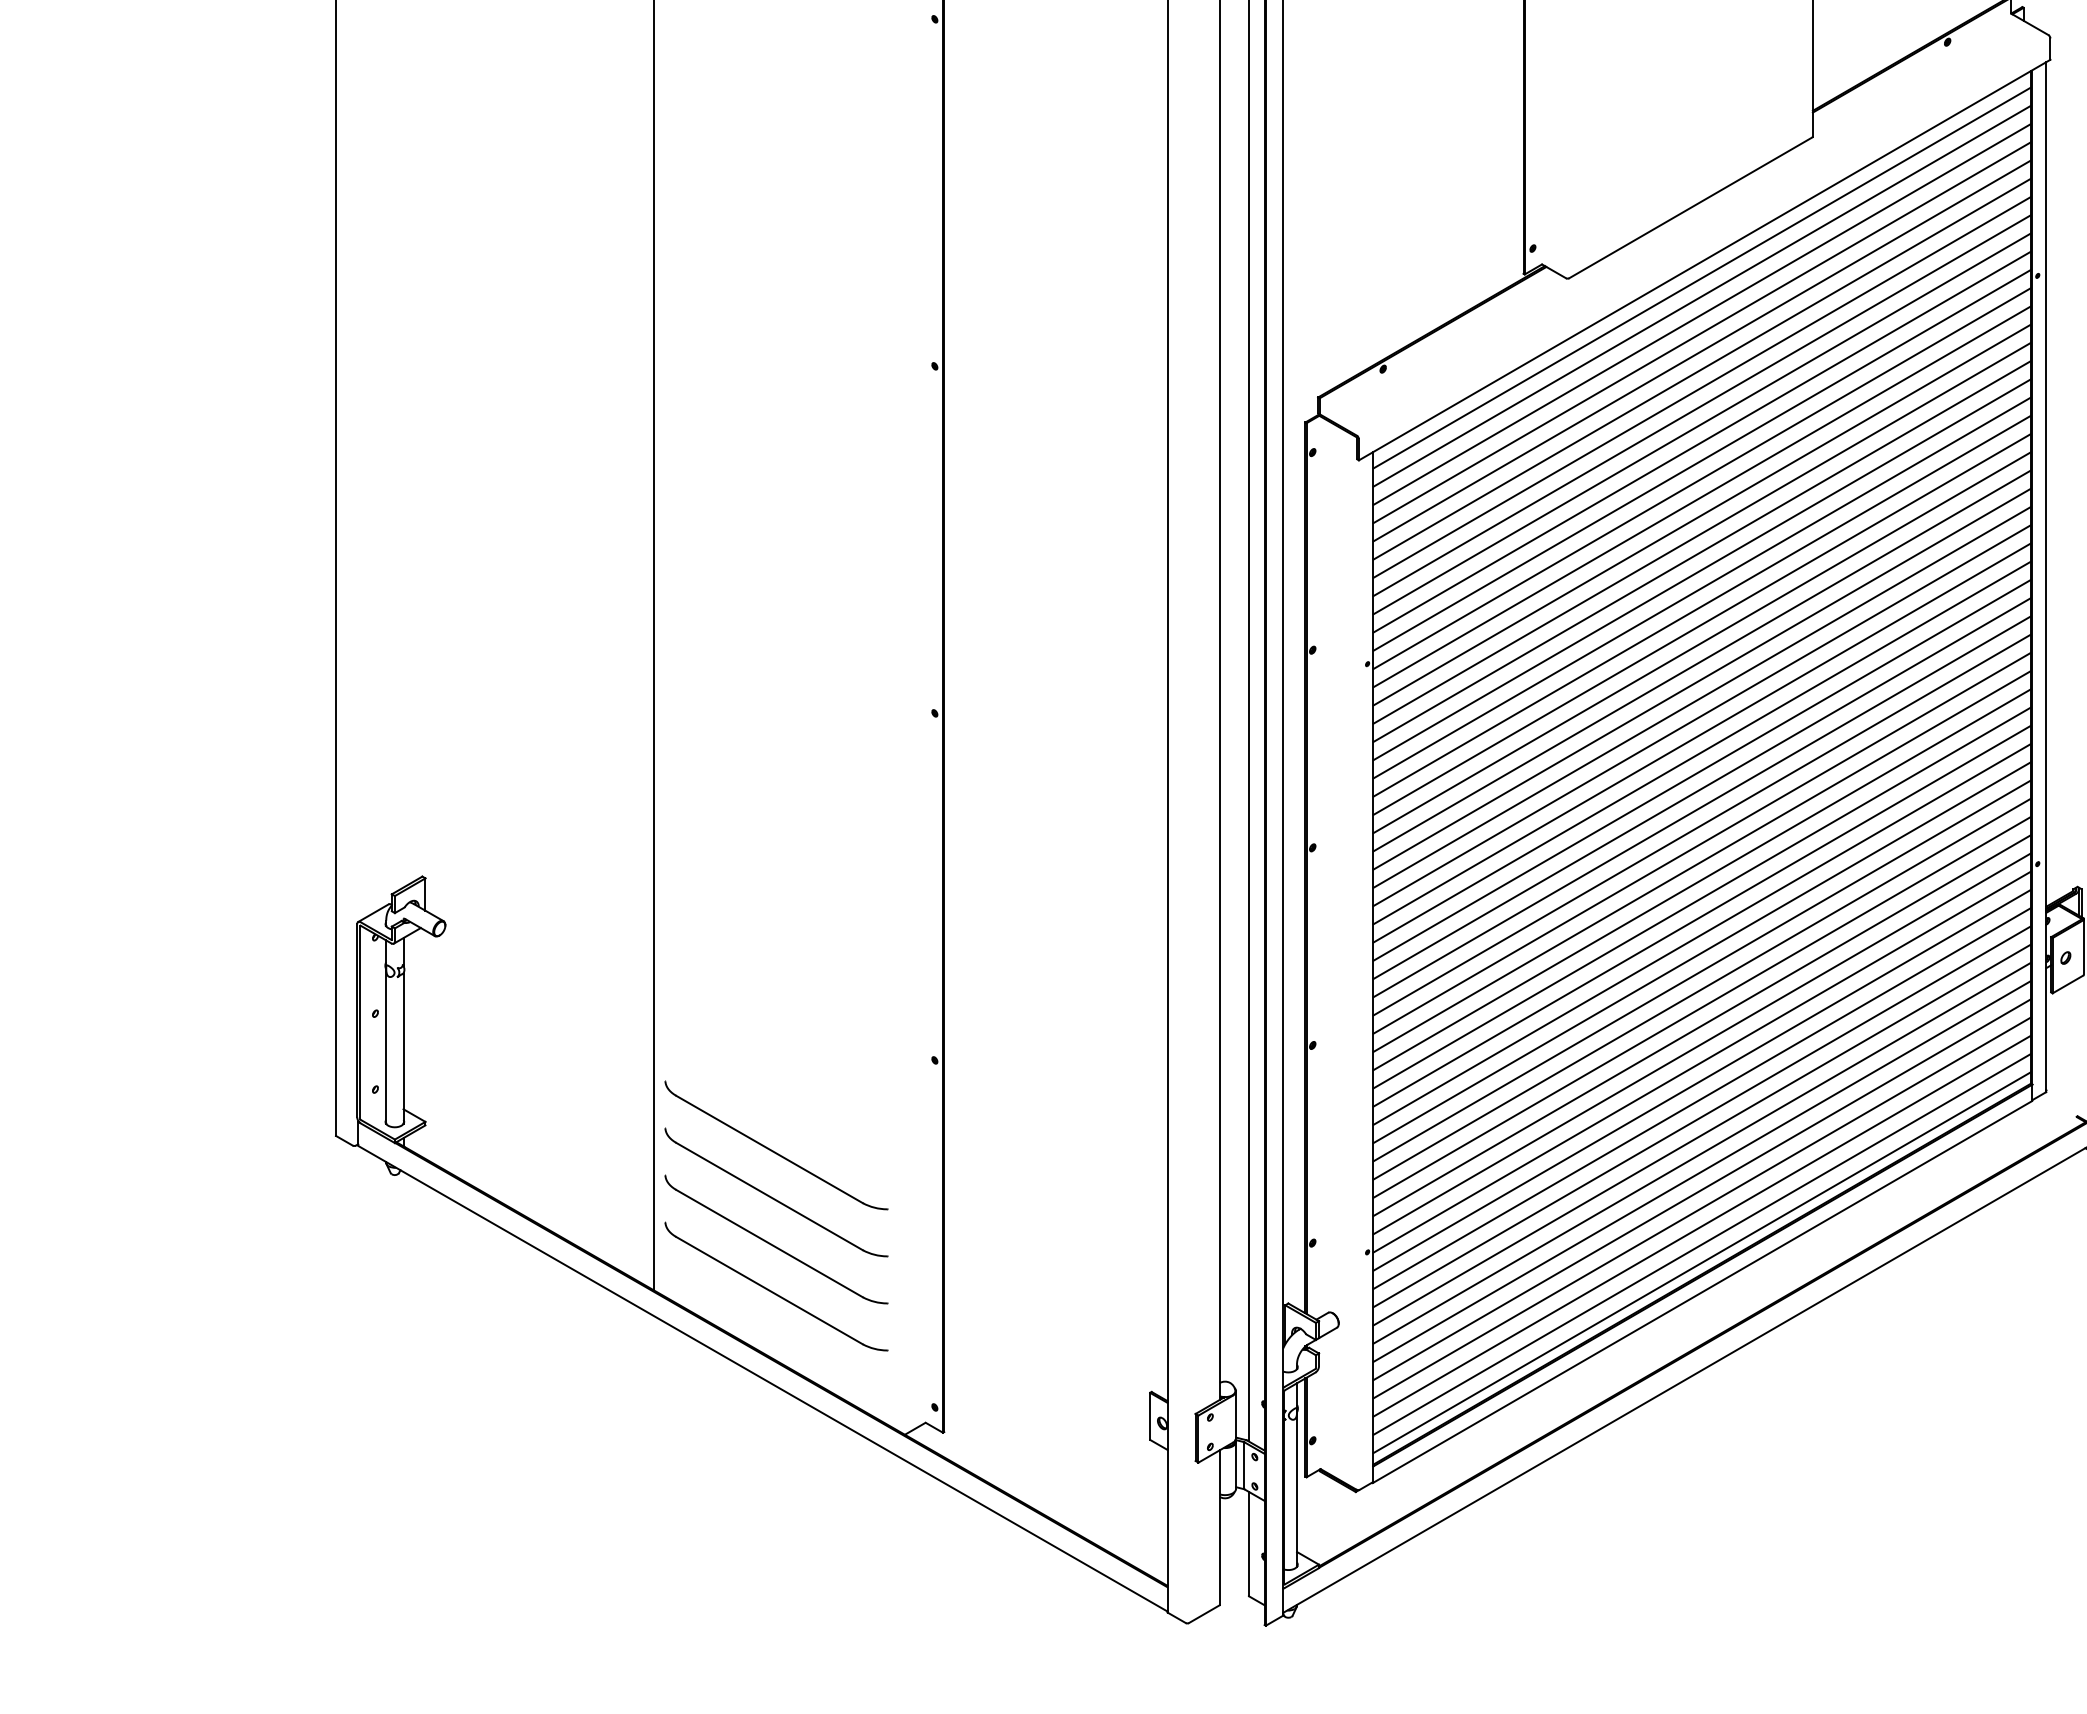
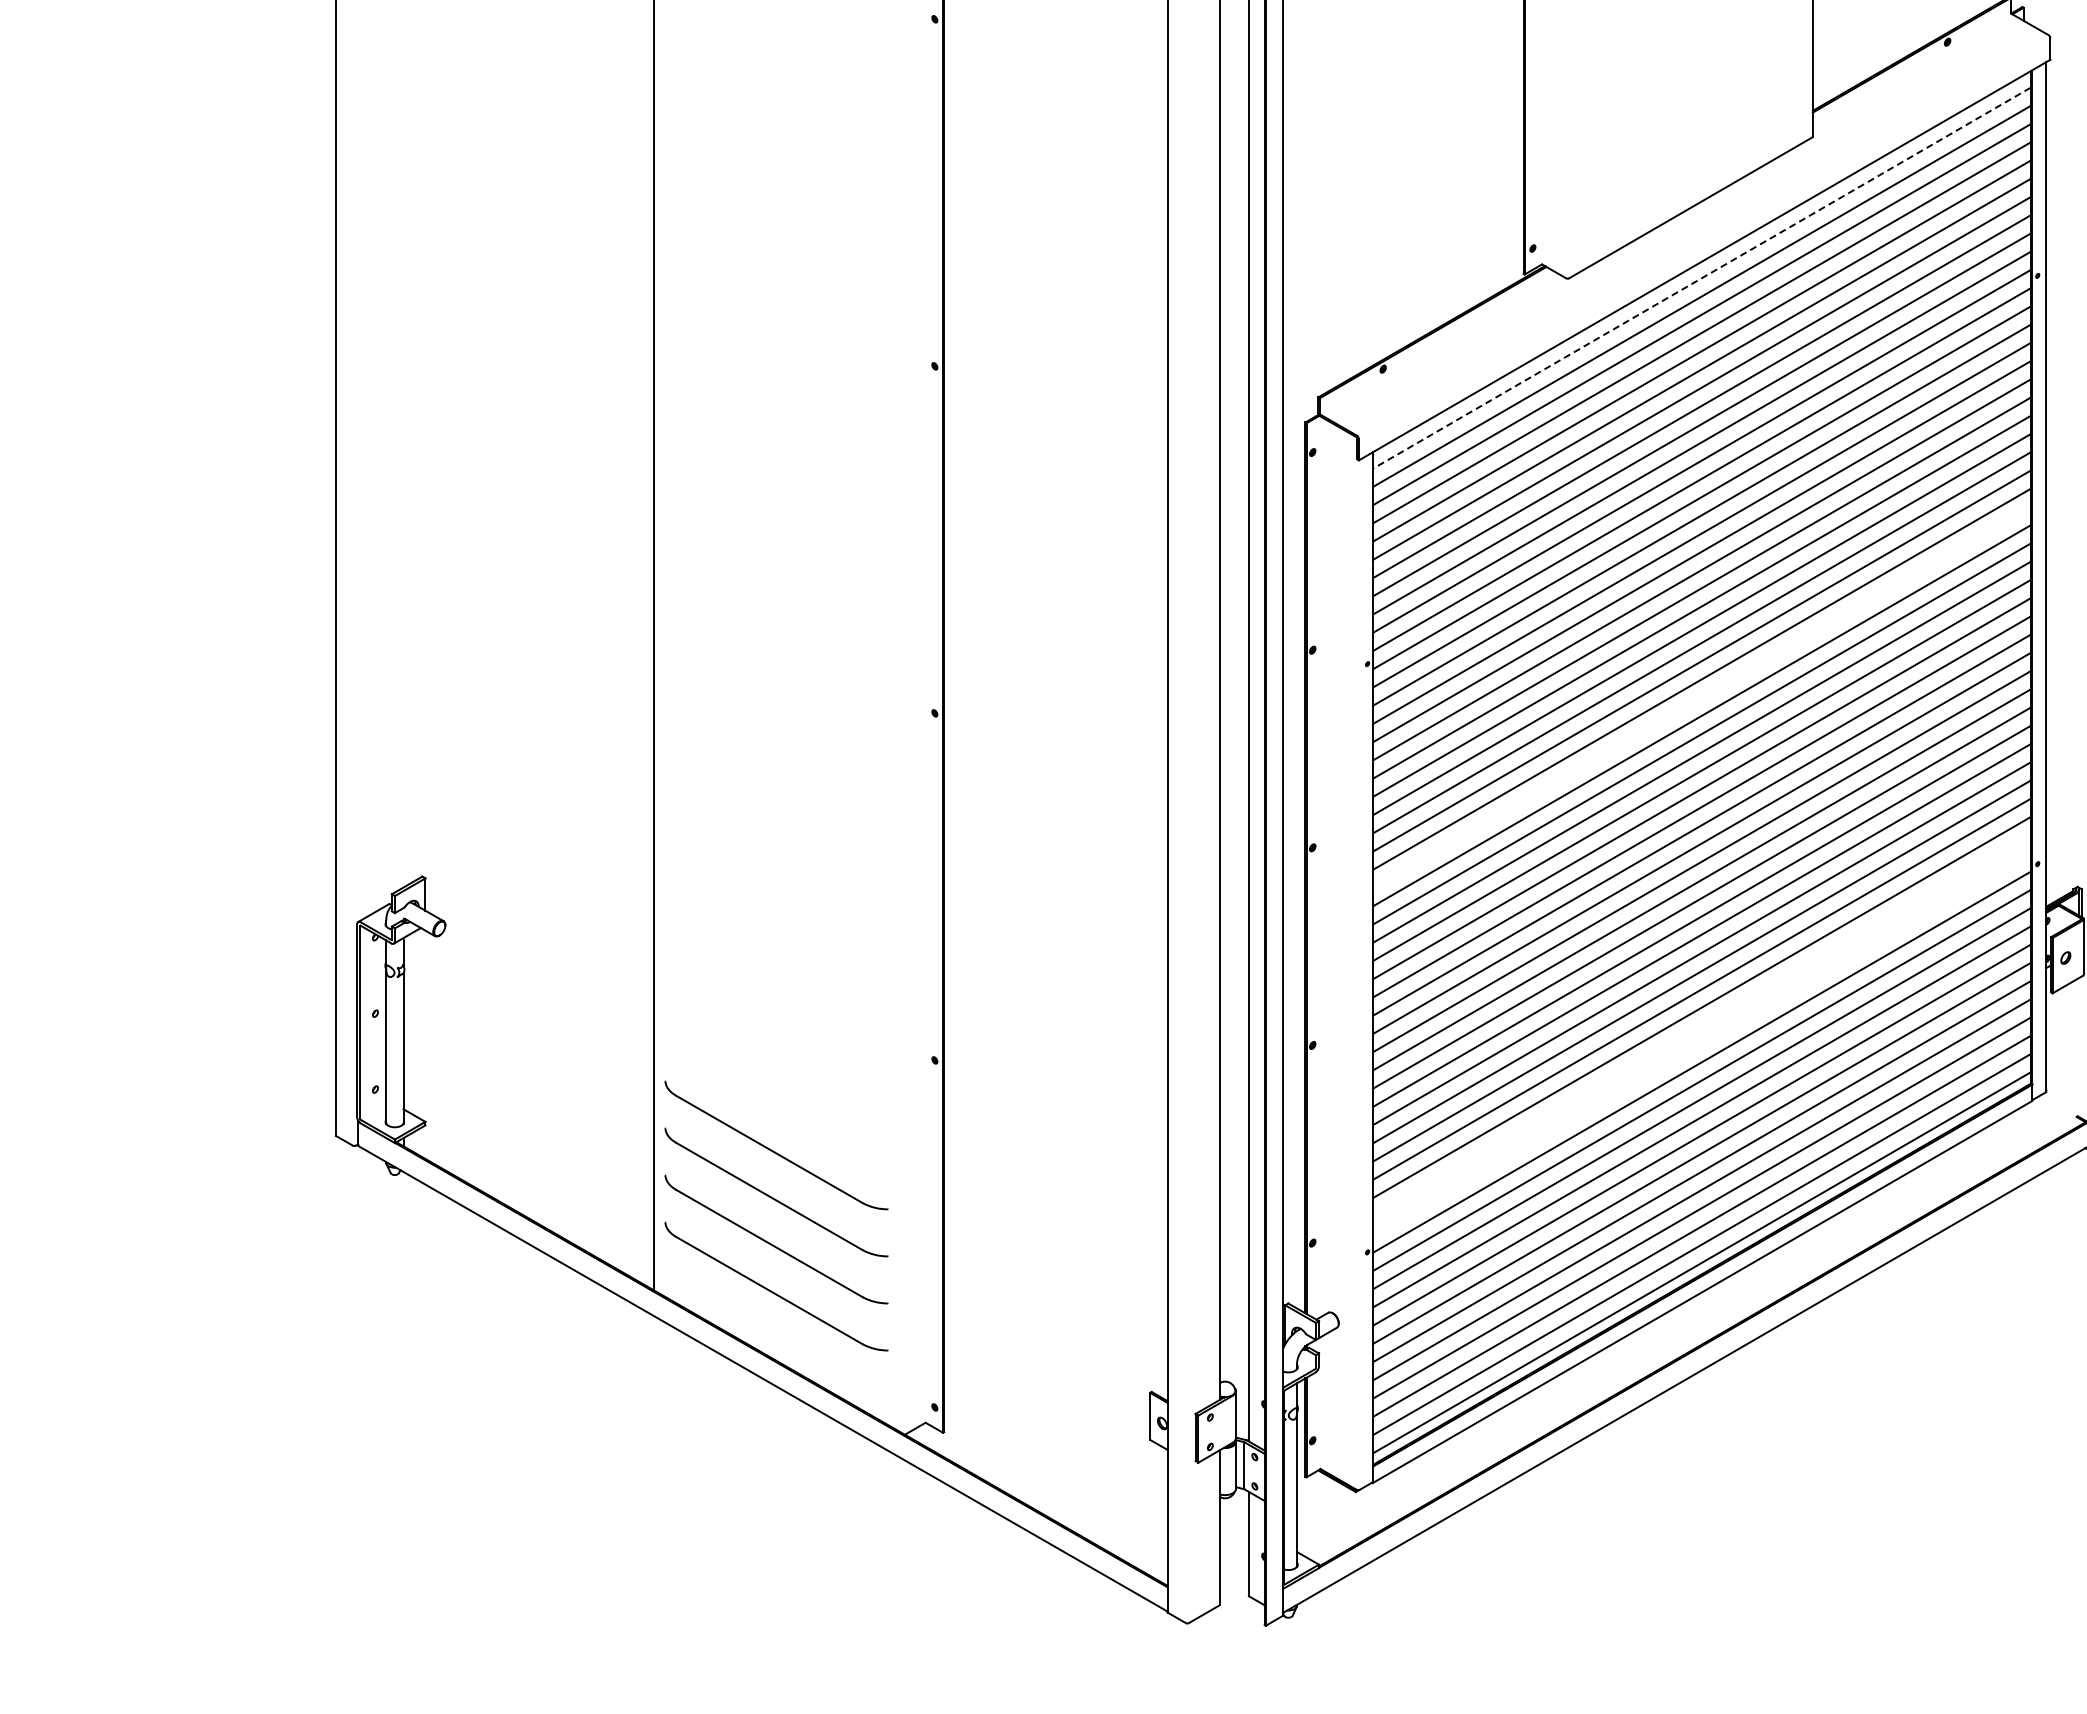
line at (1702, 278): solid -> dashed
line at (1701, 697): present -> none
line at (1701, 1025): present -> none
line at (1701, 1043): present -> none
